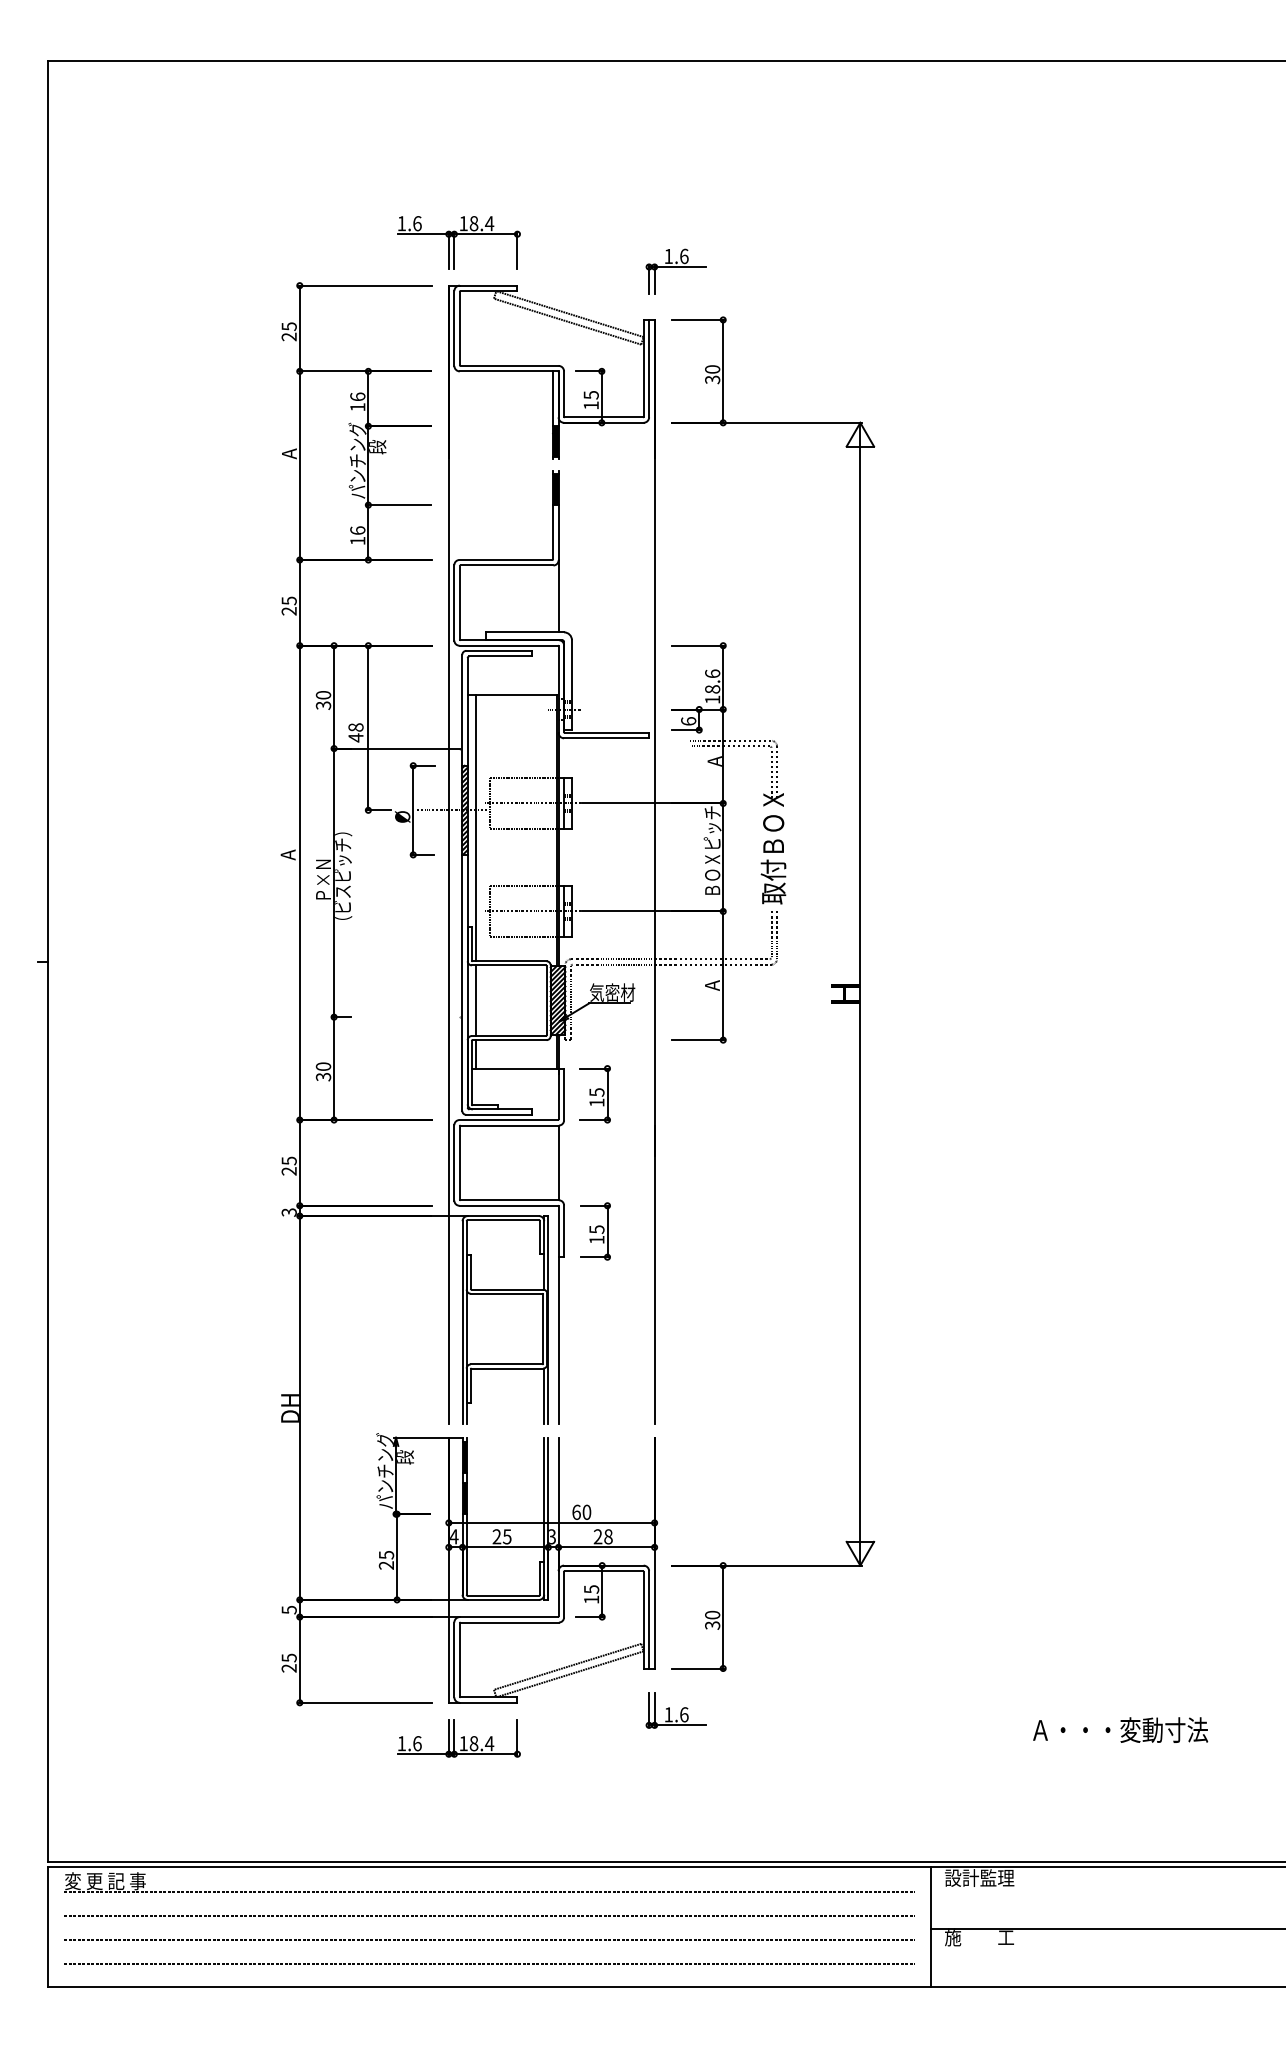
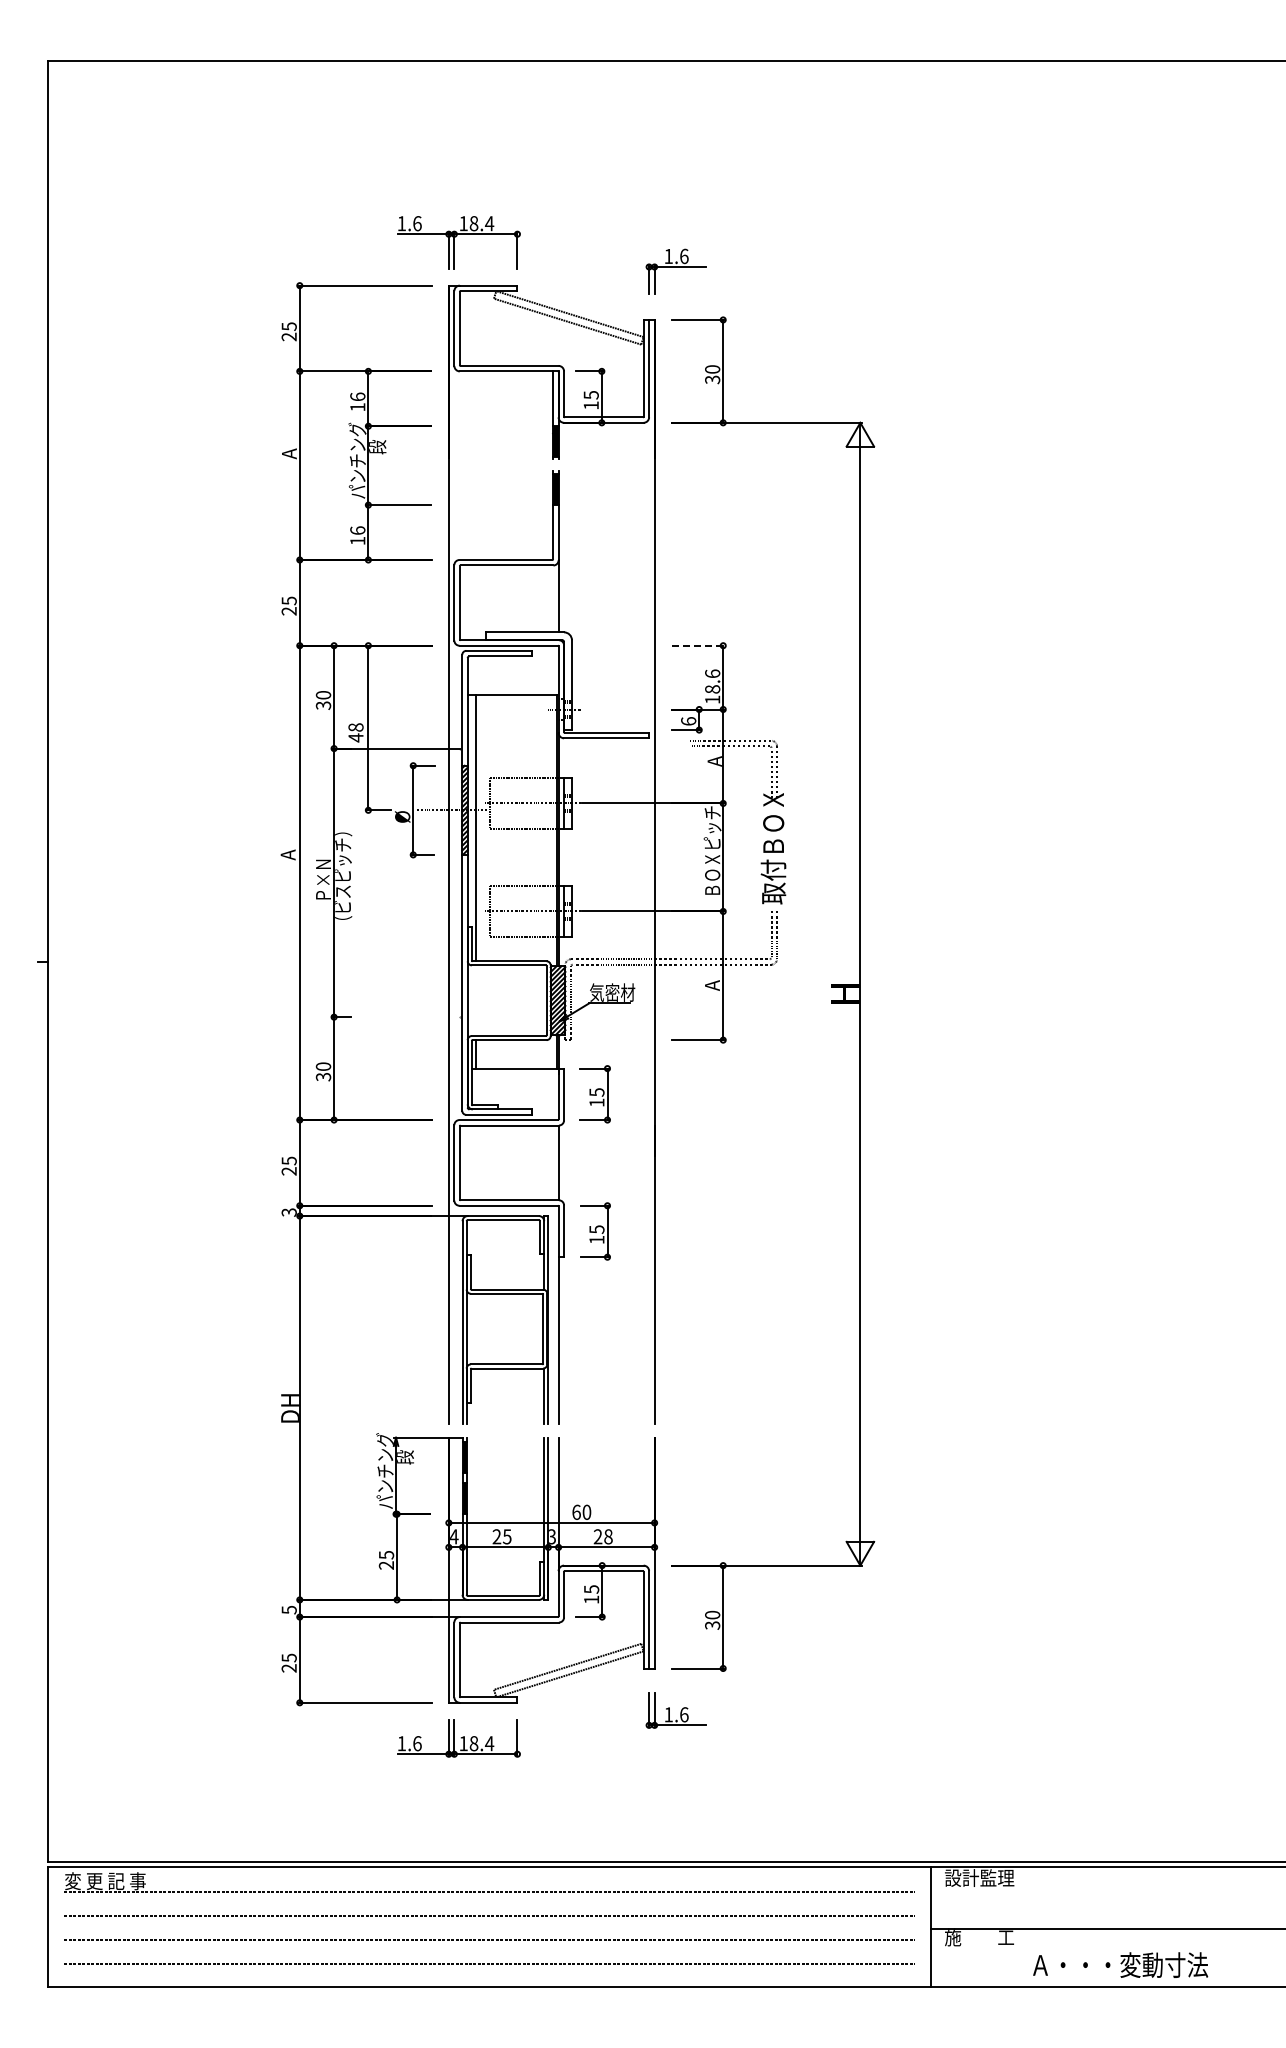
line at (698, 645): solid -> dashed
line at (475, 1000): present -> none
text at (1120, 1729) position: (1120, 1729) -> (1120, 1964)
